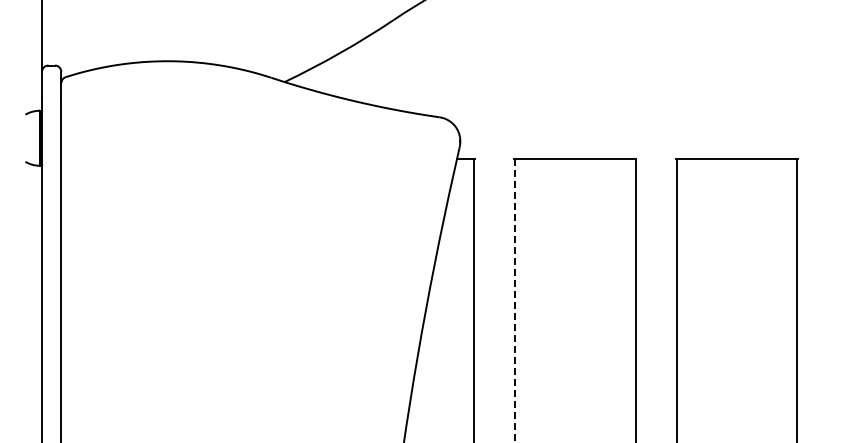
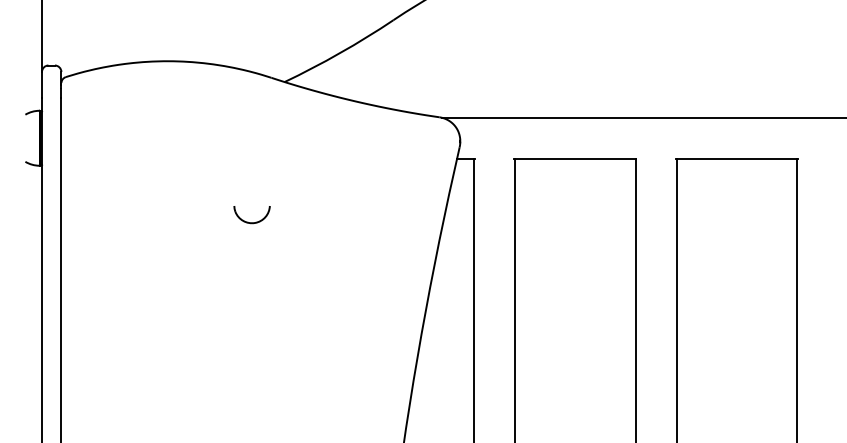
line at (642, 117): none -> present
part at (248, 221): none -> present
line at (515, 300): dashed -> solid
